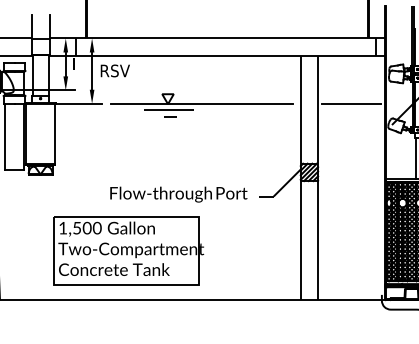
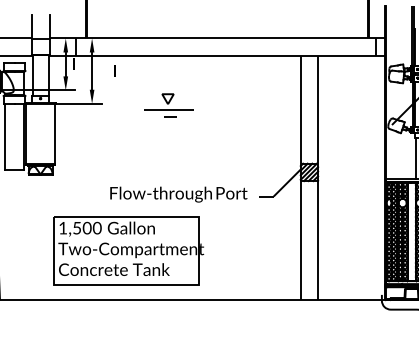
text at (114, 70): RSV -> I
line at (201, 104): present -> none
line at (351, 104): present -> none
hatch at (411, 231): present -> none
